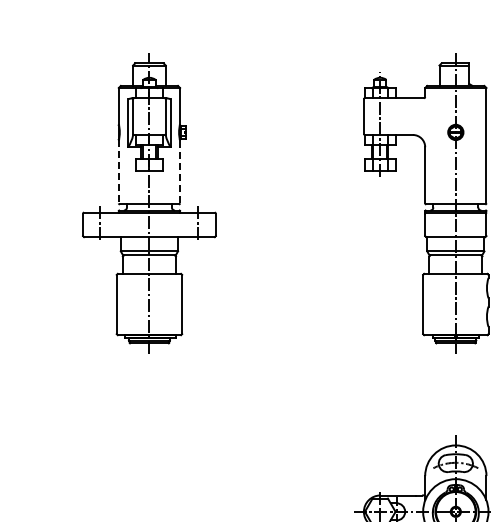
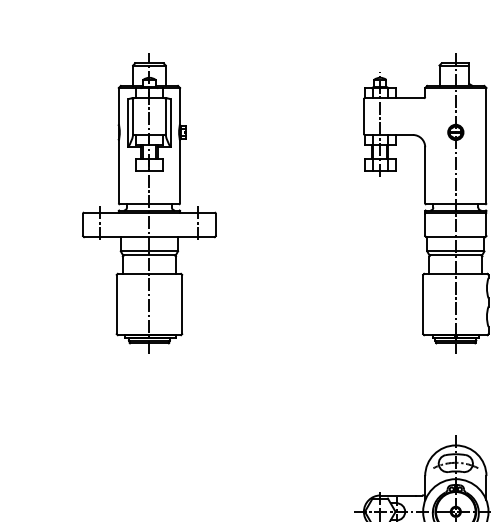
line at (118, 171): dashed -> solid
line at (180, 171): dashed -> solid
